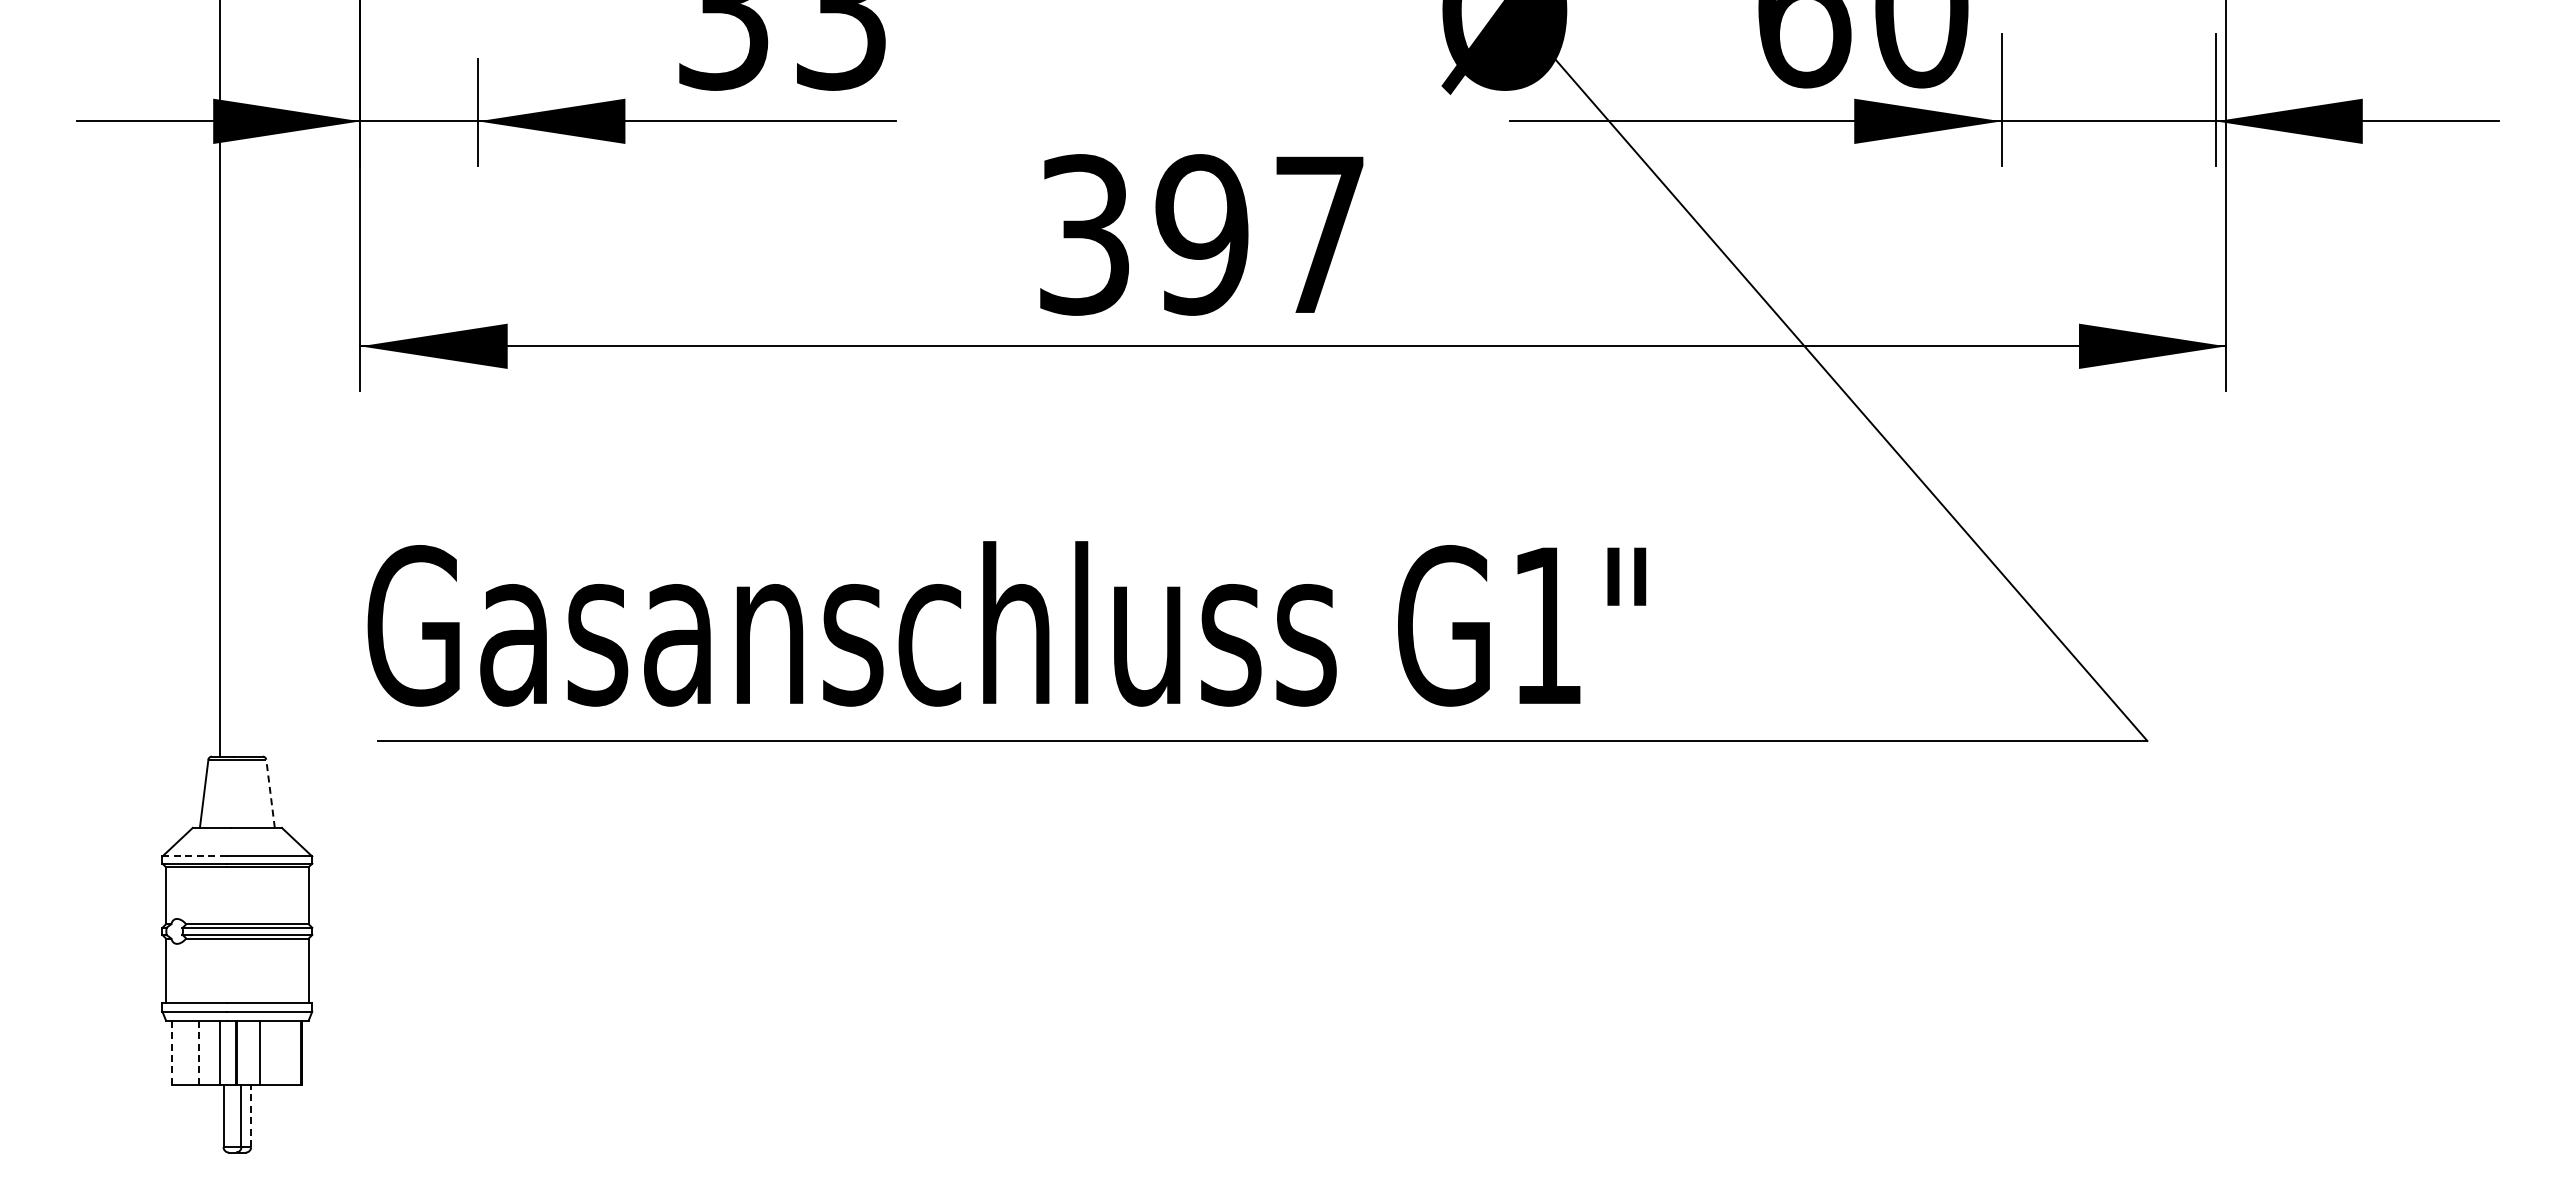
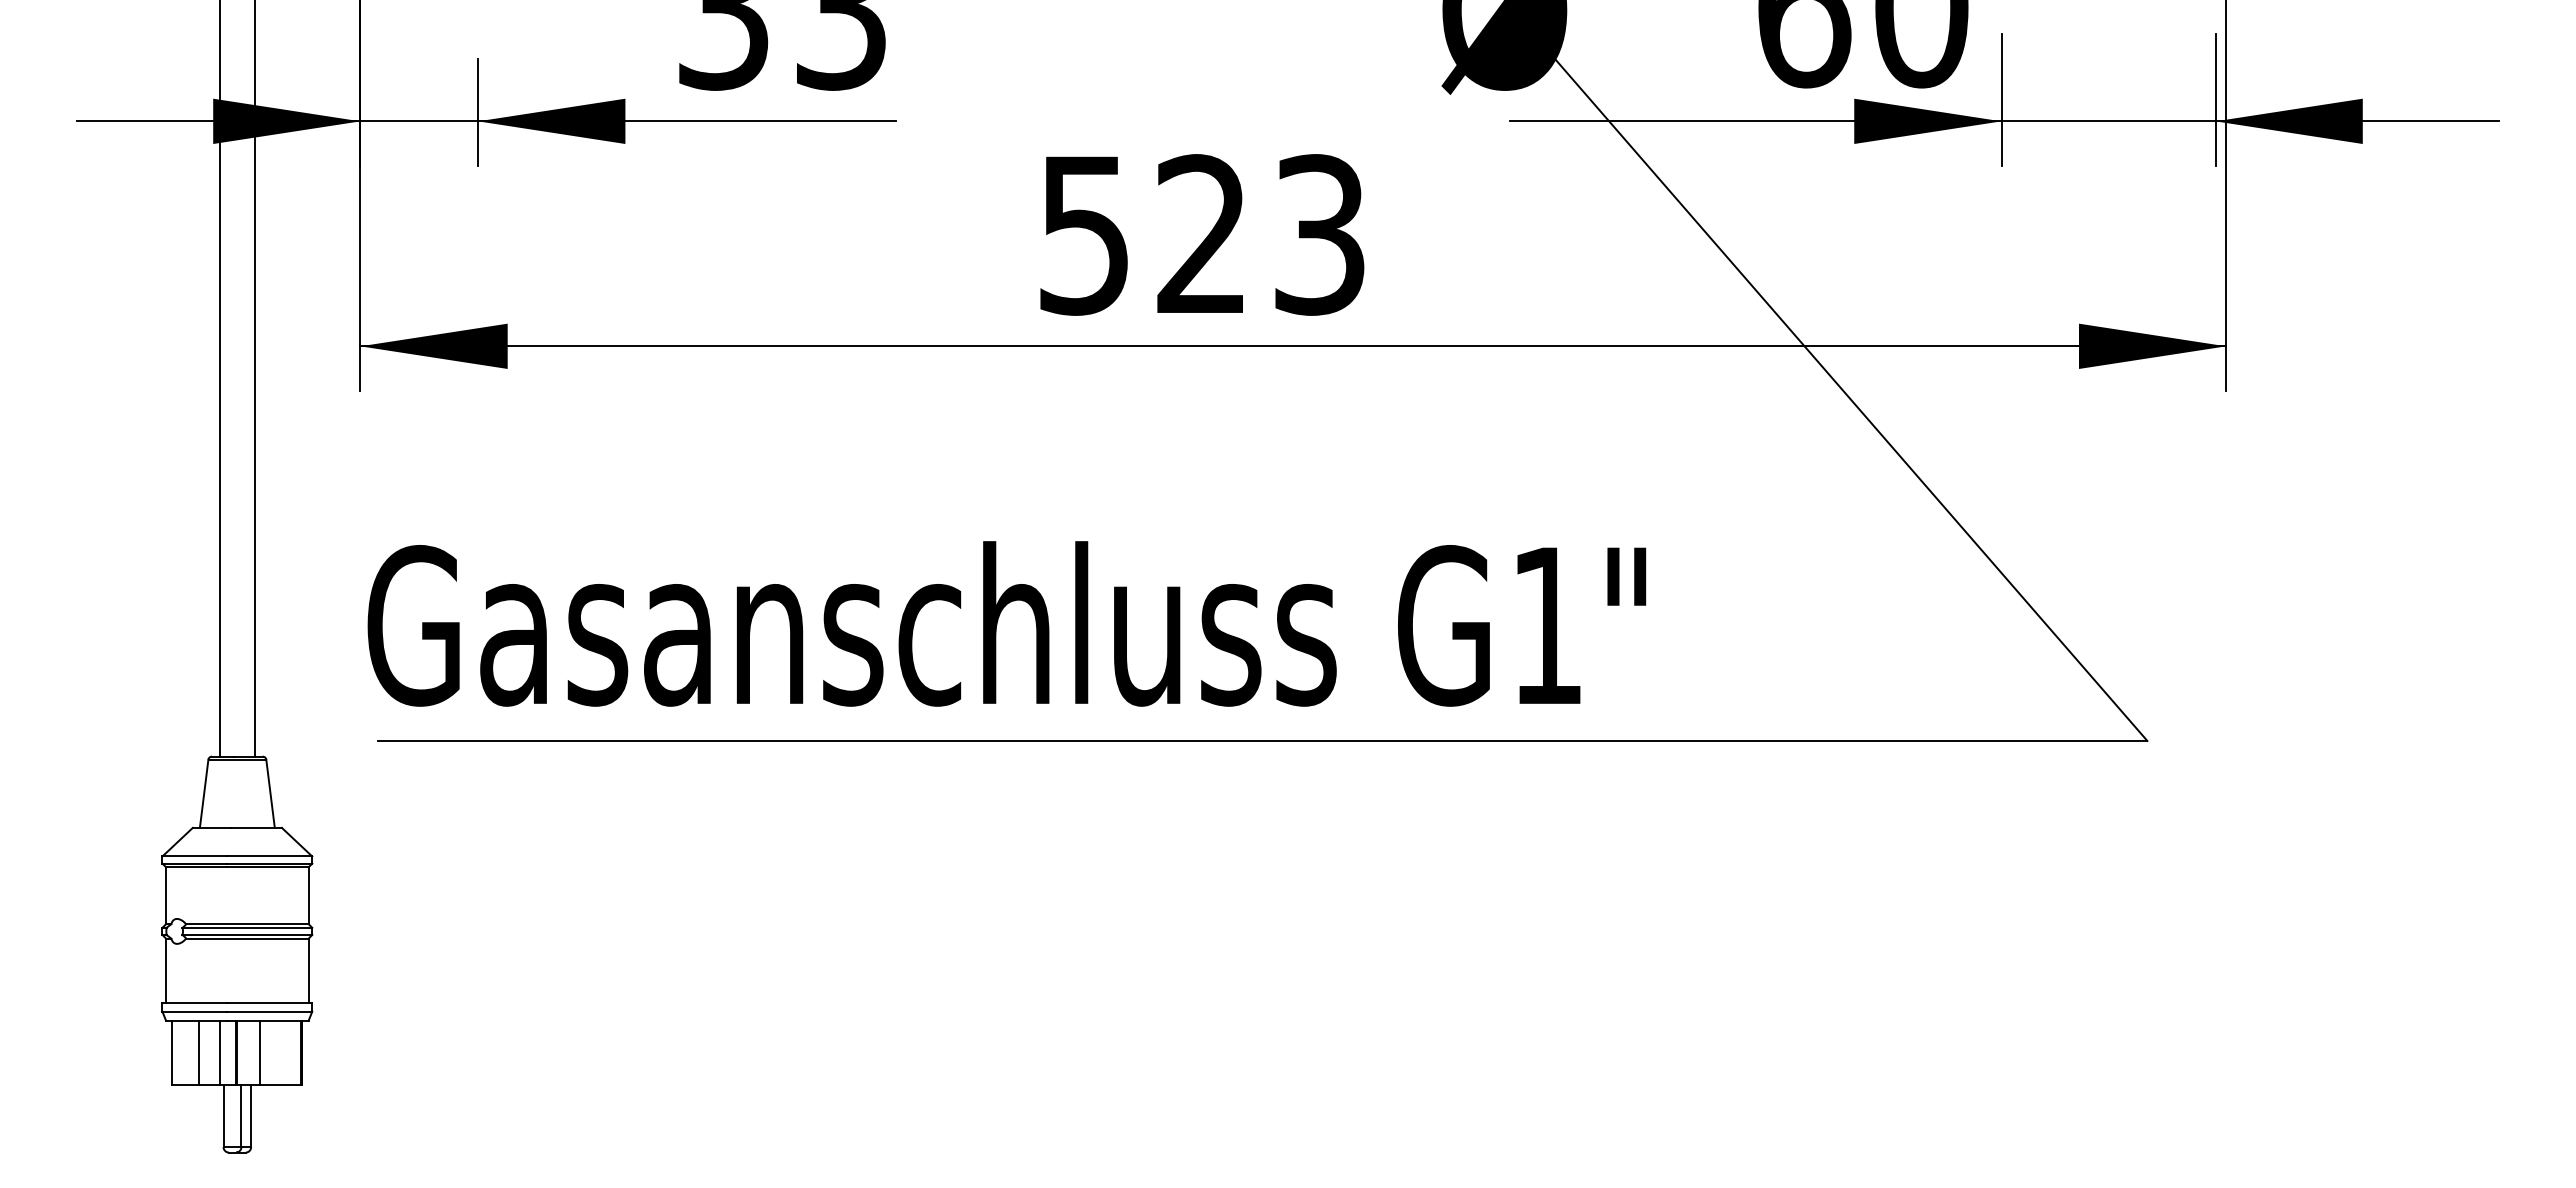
text at (1202, 234): 397 -> 523
line at (255, 379): none -> present
line at (270, 793): dashed -> solid
line at (195, 856): dashed -> solid
line at (172, 1053): dashed -> solid
line at (198, 1053): dashed -> solid
line at (251, 1115): dashed -> solid
